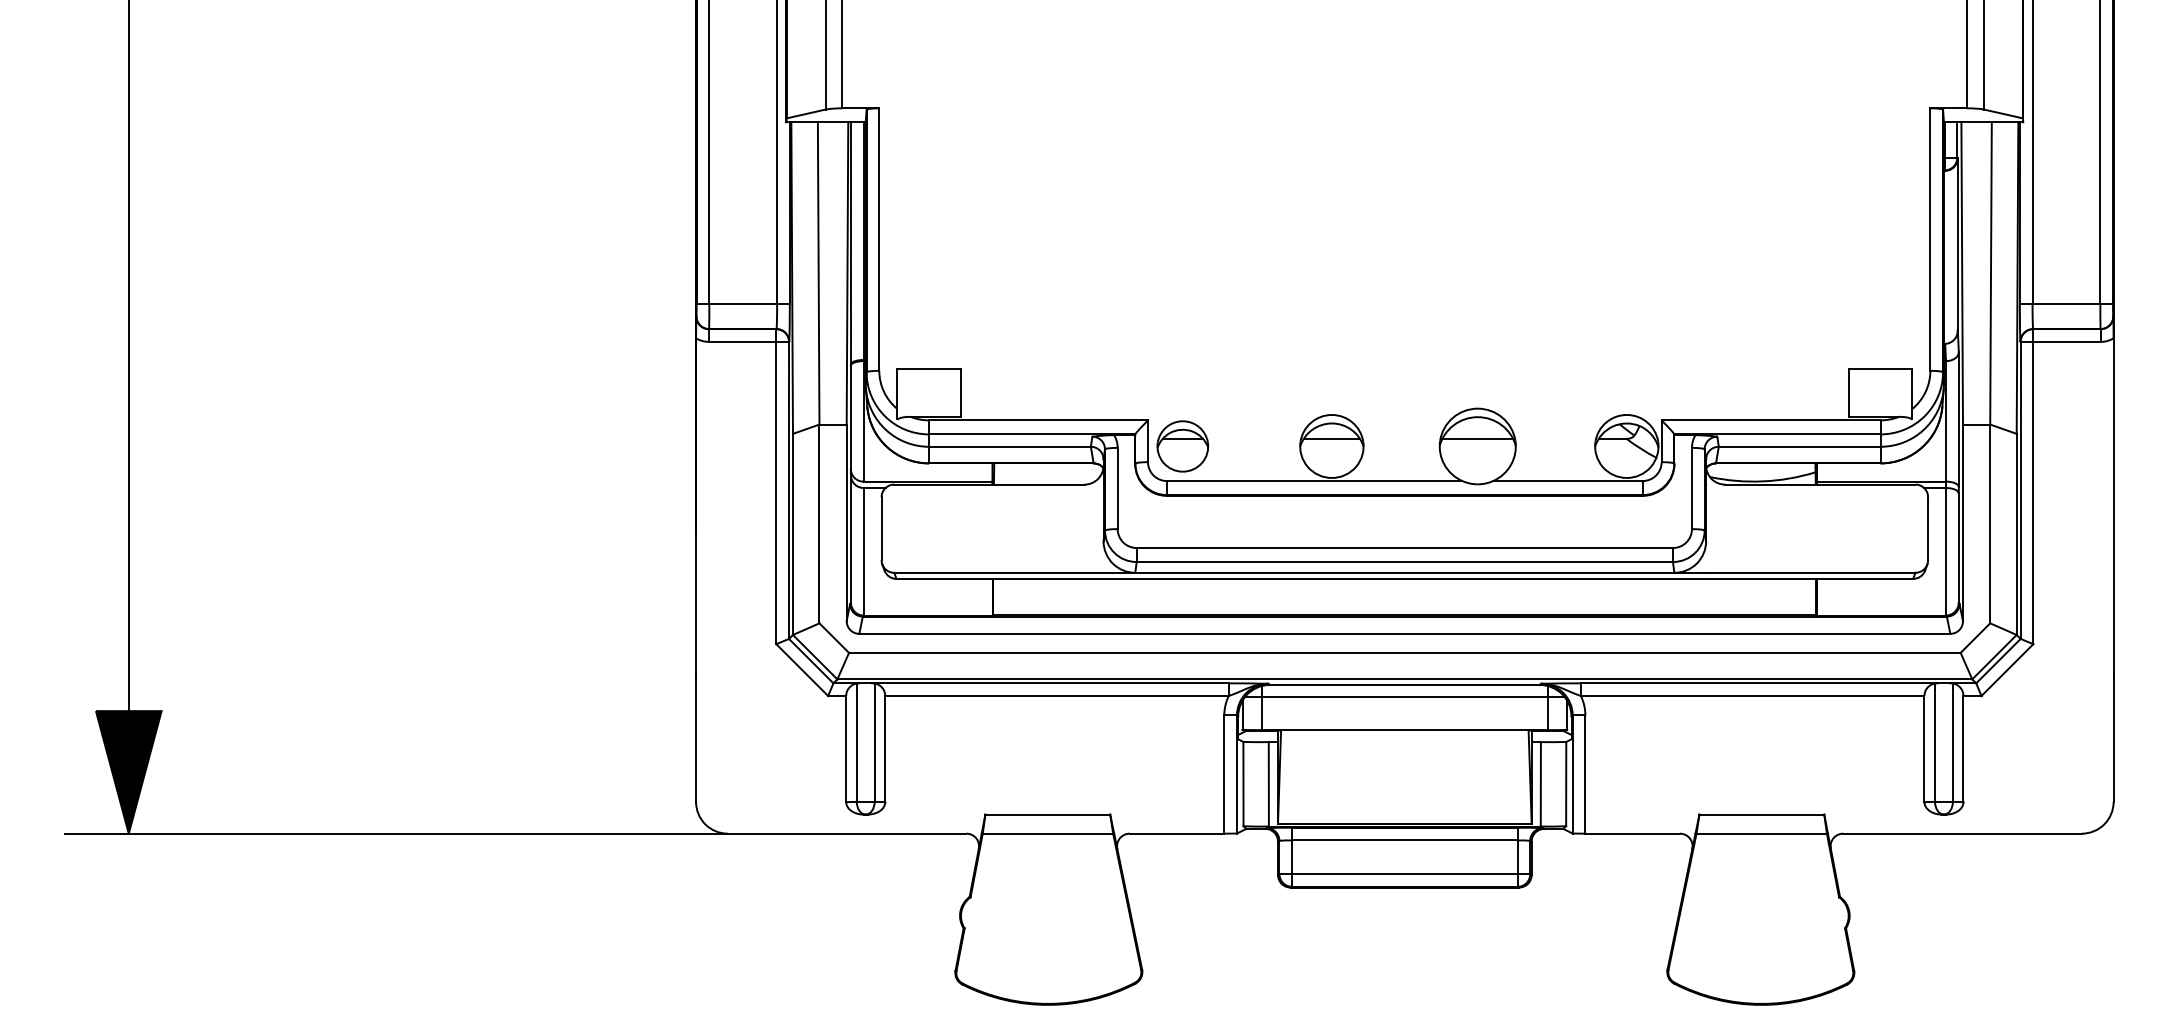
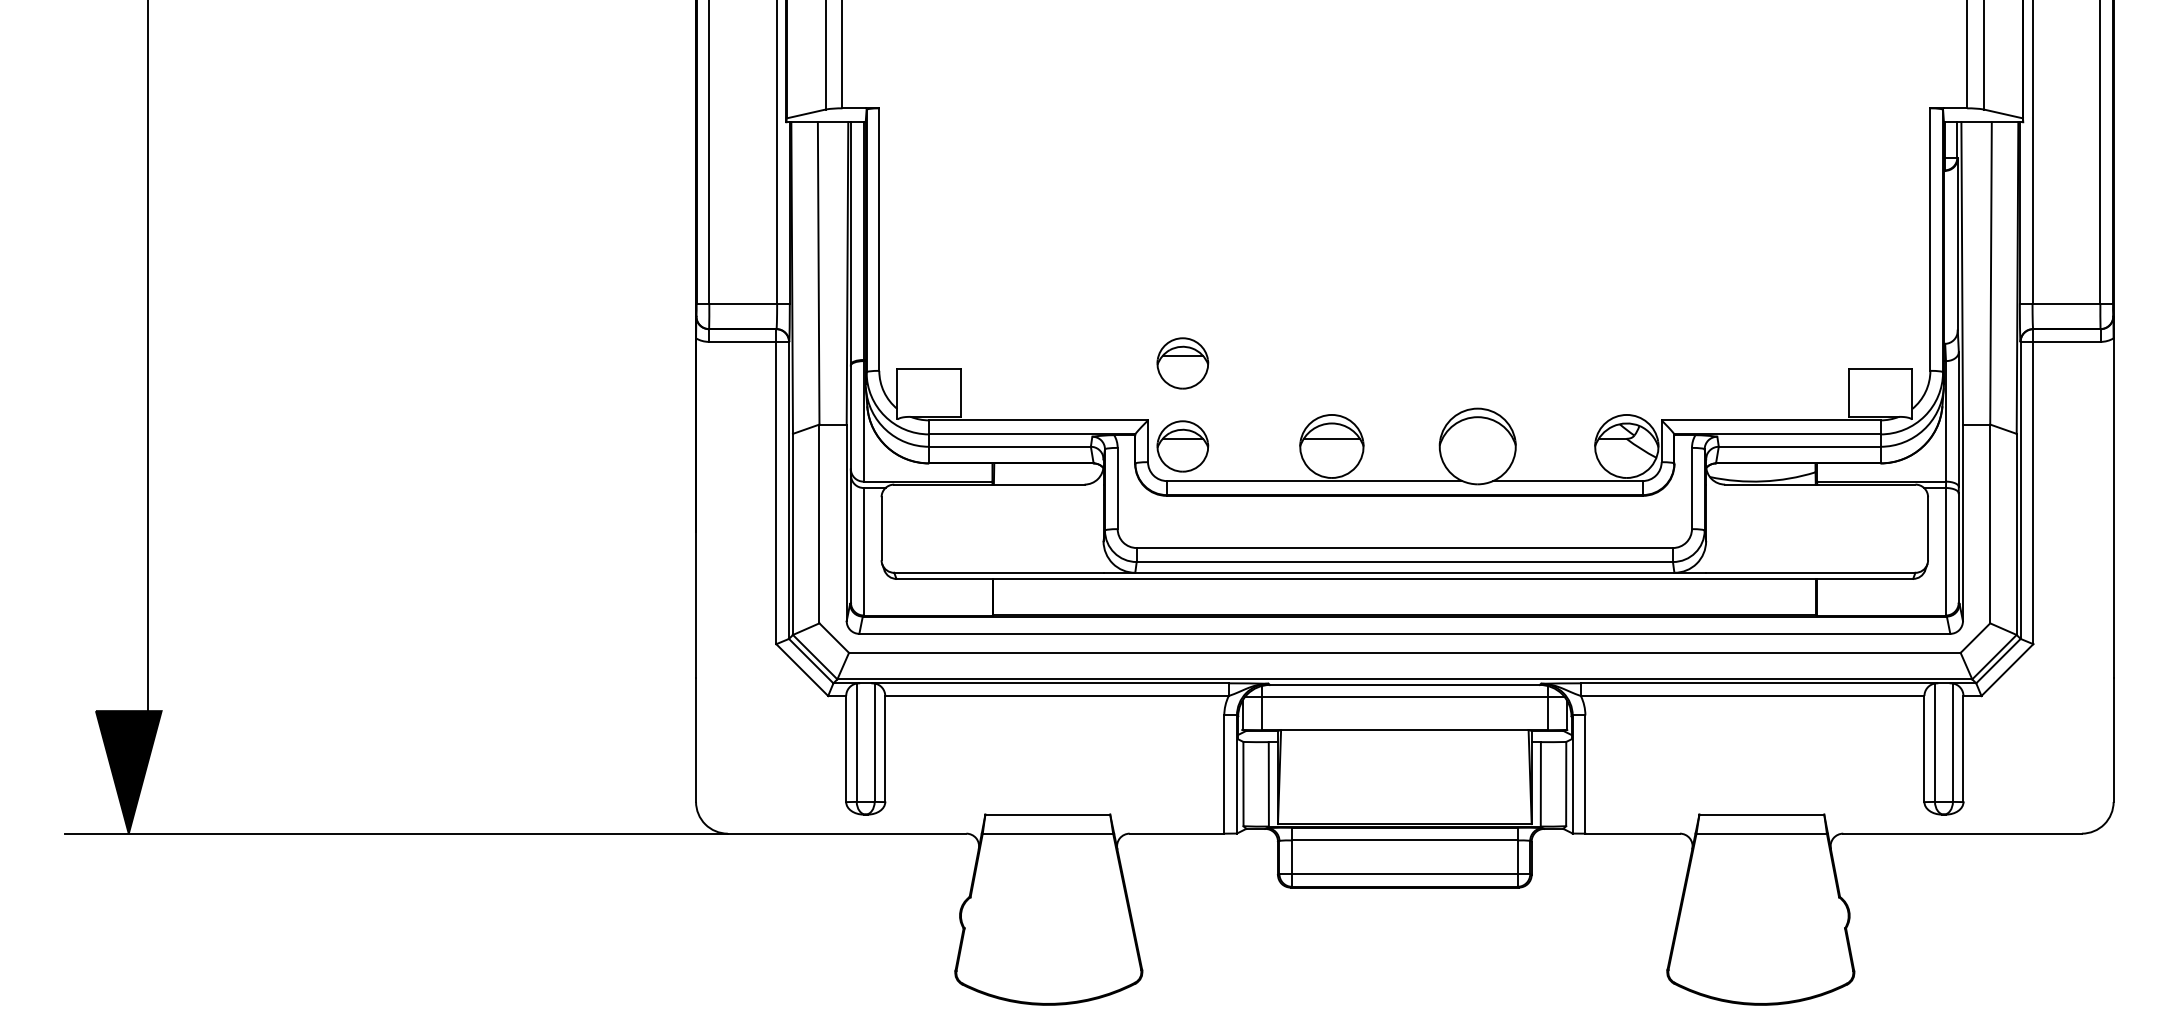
line at (128, 356) position: (128, 356) -> (147, 356)
part at (1182, 363): none -> present
line at (1477, 438): present -> none
